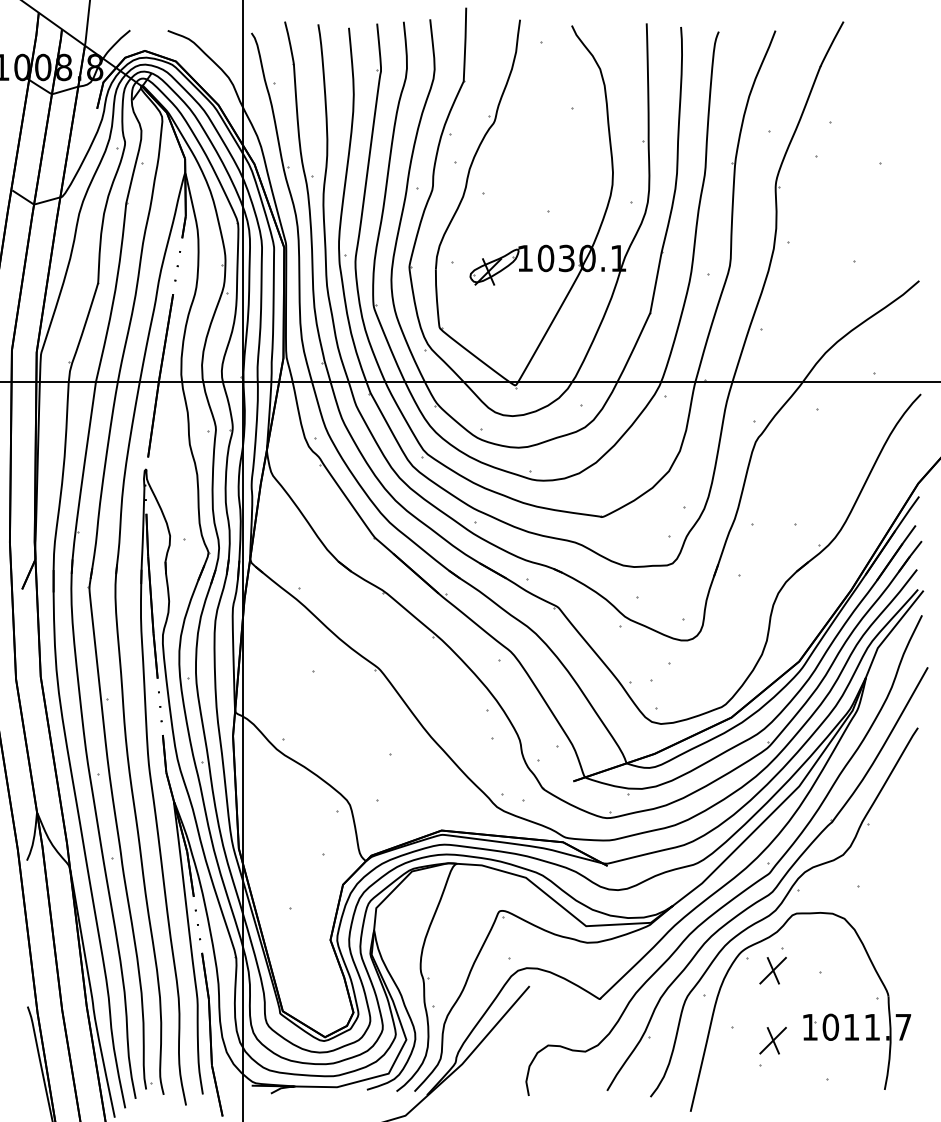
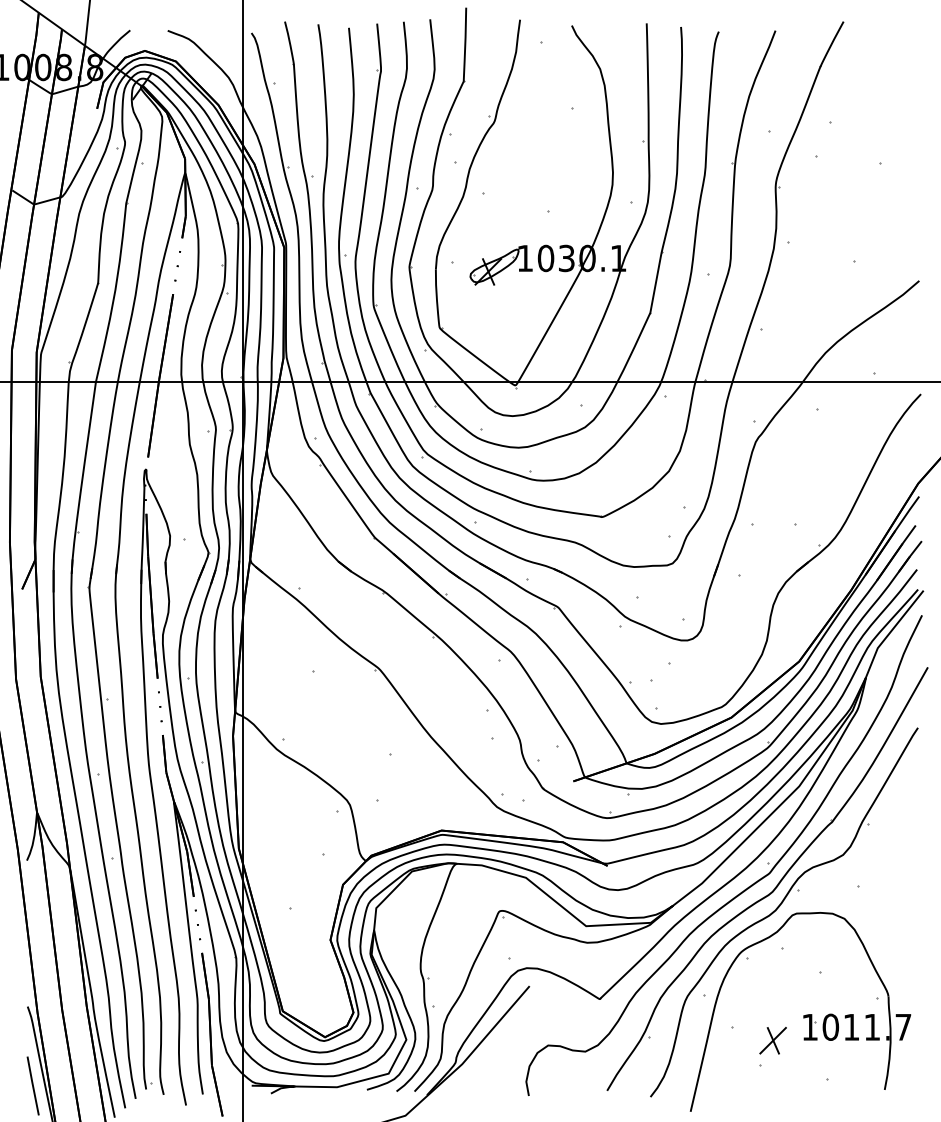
part at (772, 970): present -> none
line at (32, 1085): none -> present
